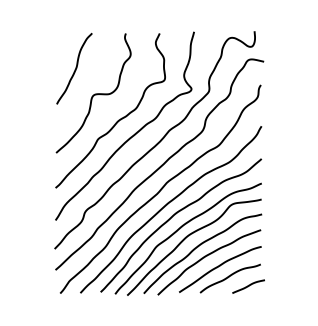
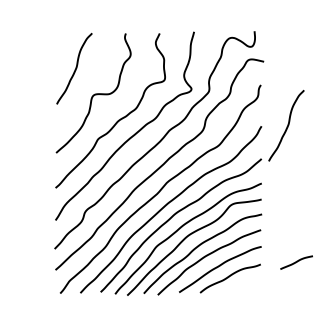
curve at (287, 125): none -> present
curve at (248, 286) position: (248, 286) -> (296, 262)
